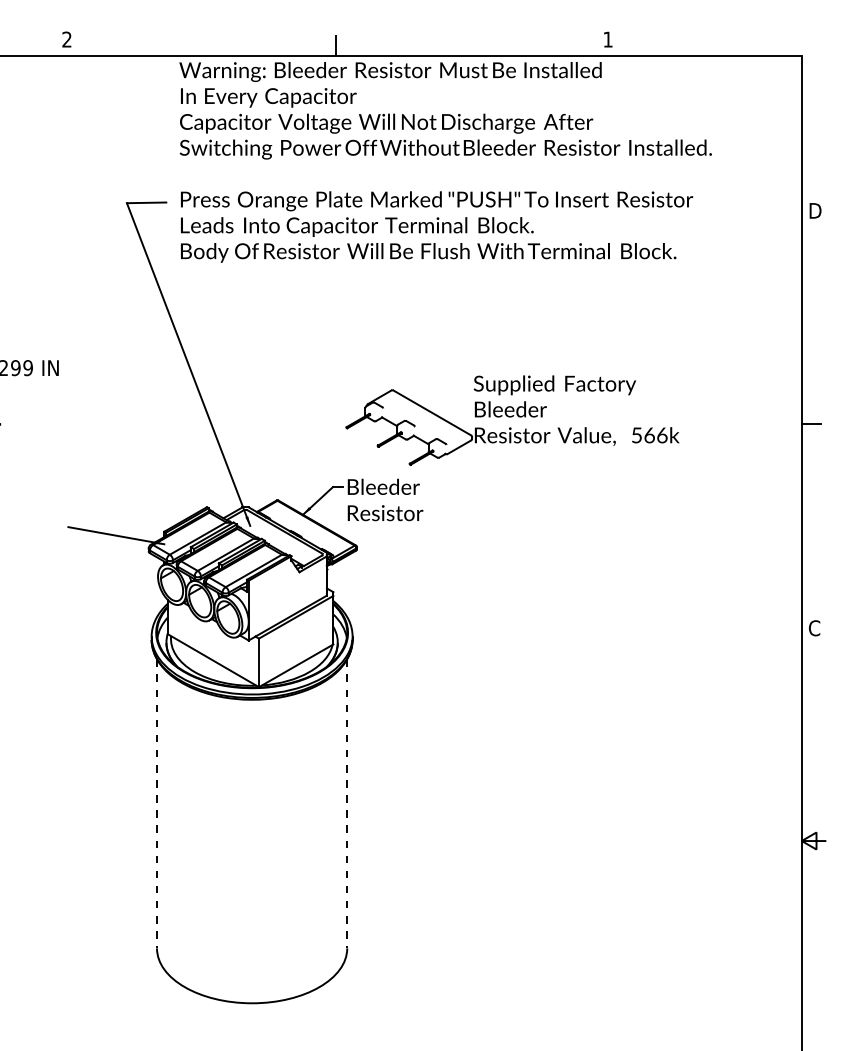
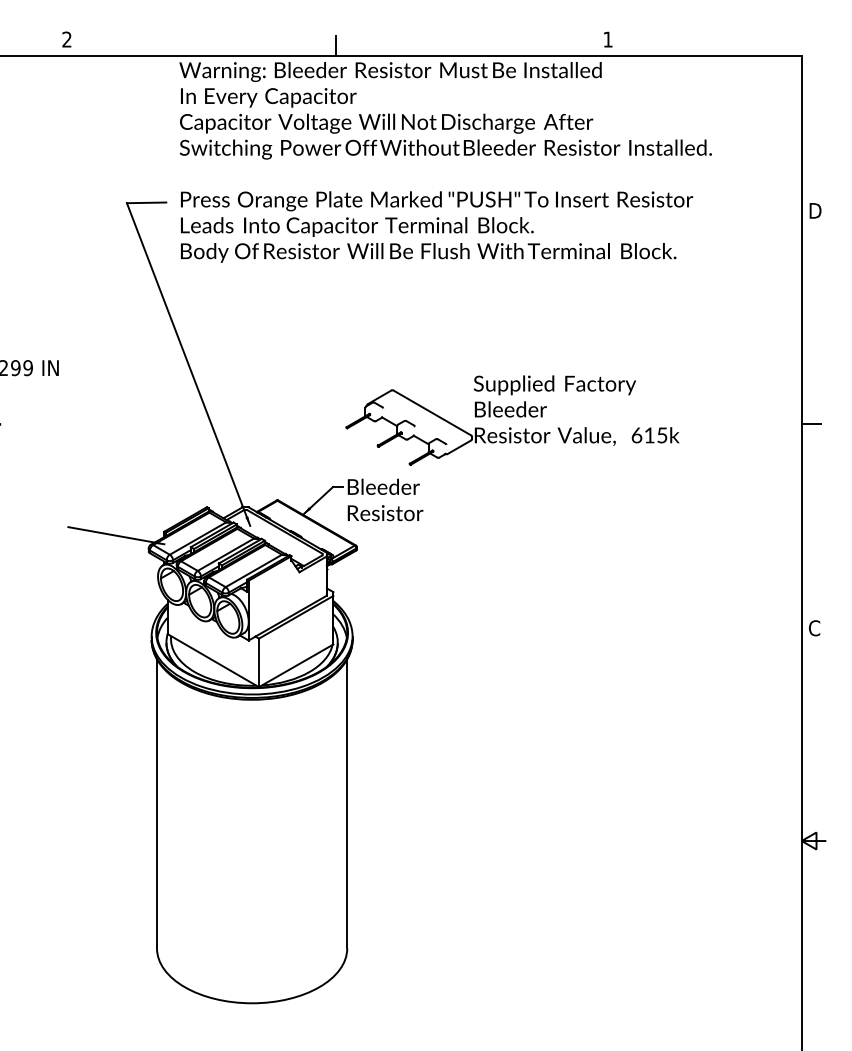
text at (649, 435): 566k -> 615k
line at (157, 803): dashed -> solid
line at (347, 803): dashed -> solid
